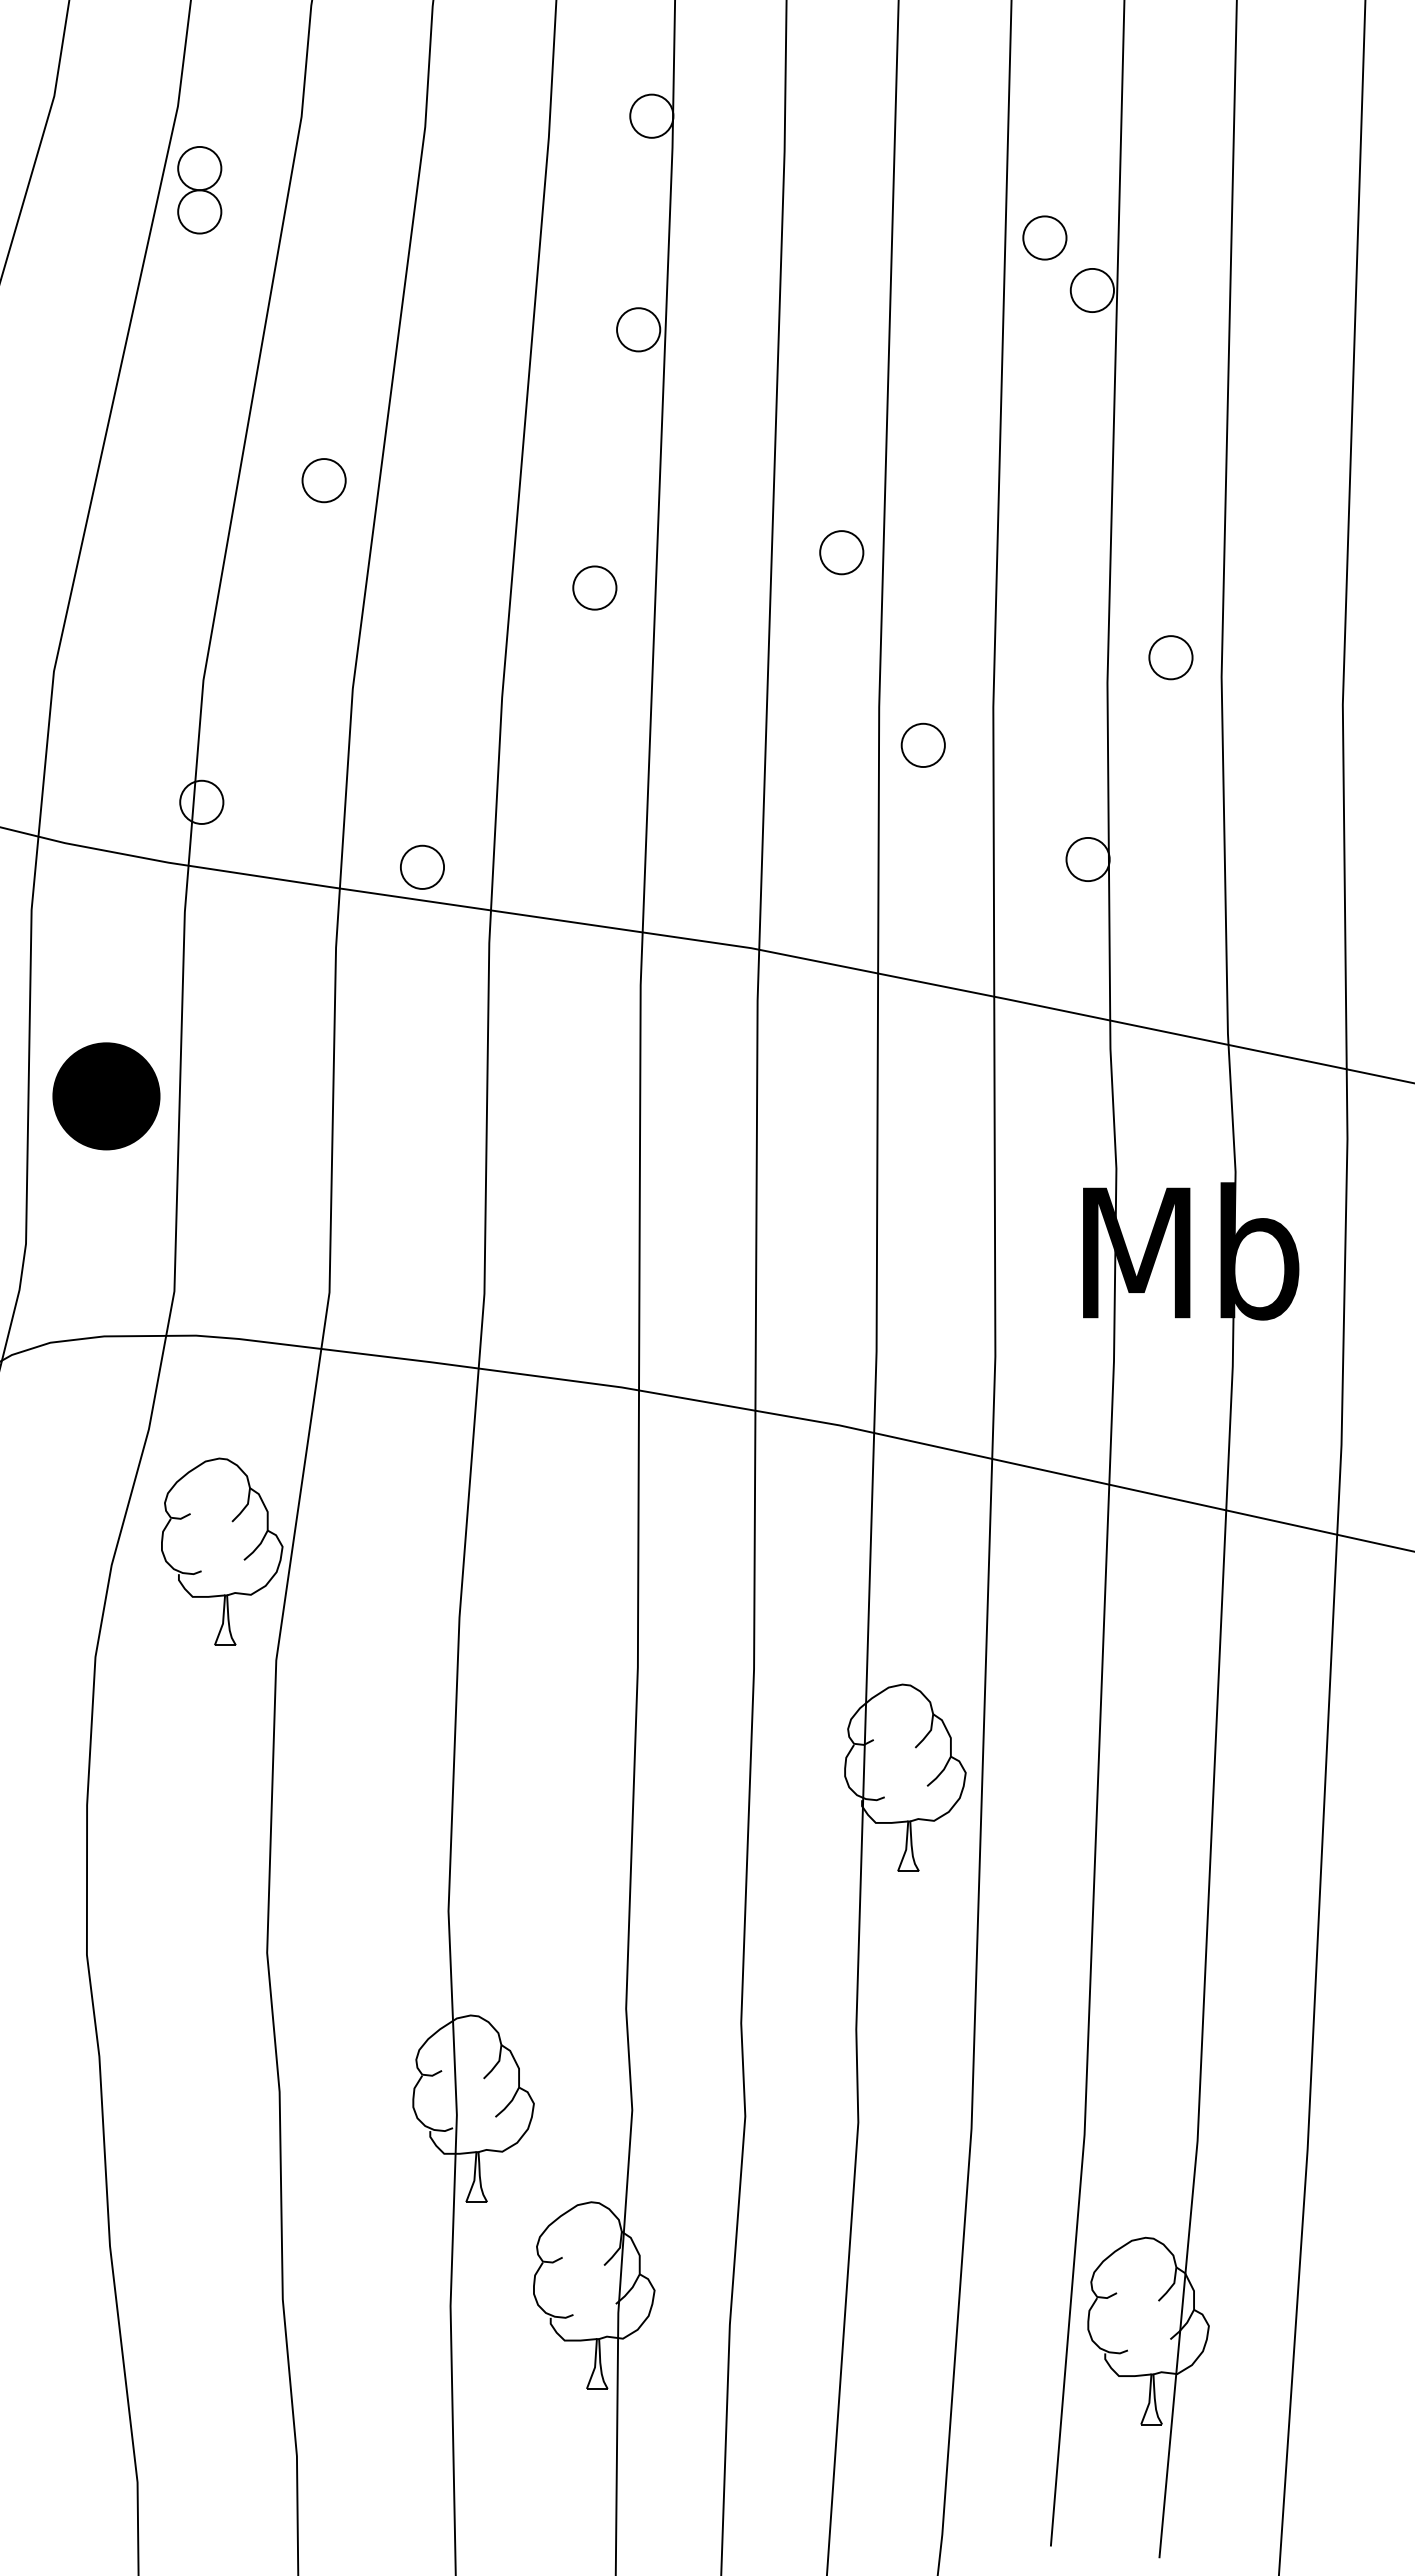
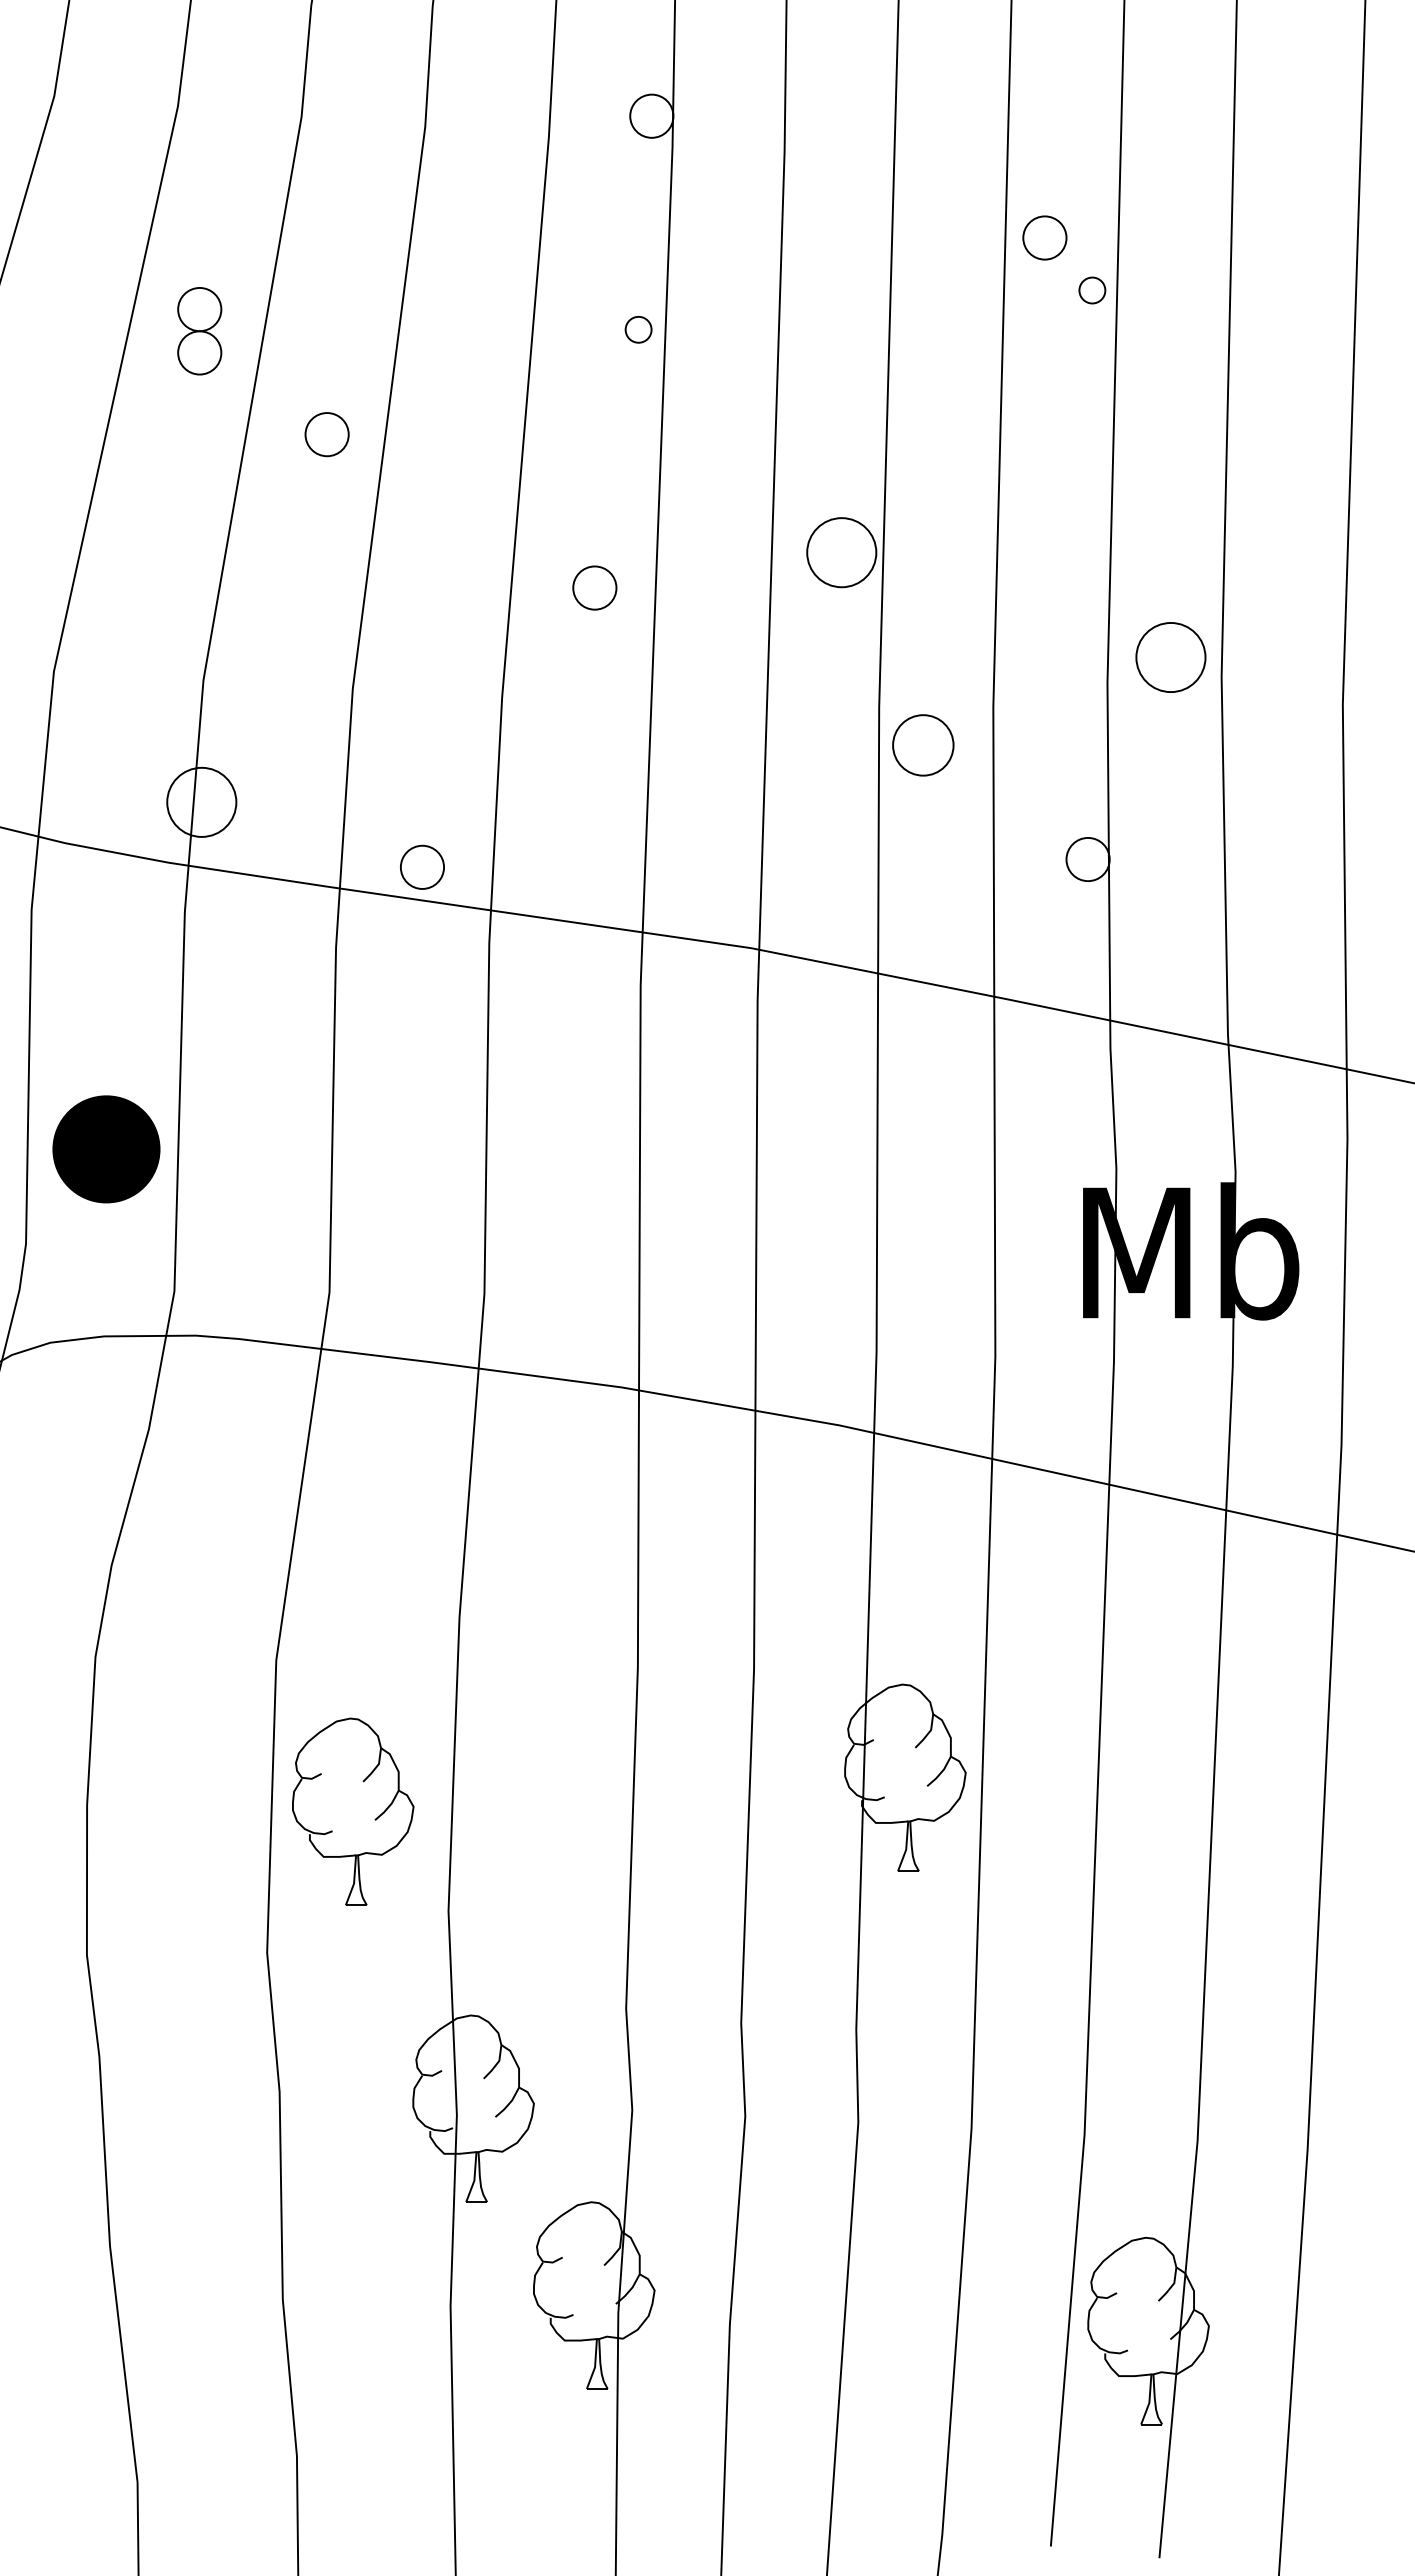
part at (199, 190) position: (199, 190) -> (199, 331)
circle at (1091, 290) diameter: 43 px -> 26 px
circle at (638, 329) diameter: 43 px -> 26 px
circle at (323, 480) position: (323, 480) -> (326, 434)
circle at (841, 552) diameter: 43 px -> 69 px
circle at (1170, 657) size: 46x46 px -> 72x71 px
circle at (922, 745) diameter: 43 px -> 60 px
circle at (201, 801) diameter: 43 px -> 69 px
part at (106, 1096) position: (106, 1096) -> (106, 1149)
part at (243, 1559) position: (243, 1559) -> (374, 1819)
